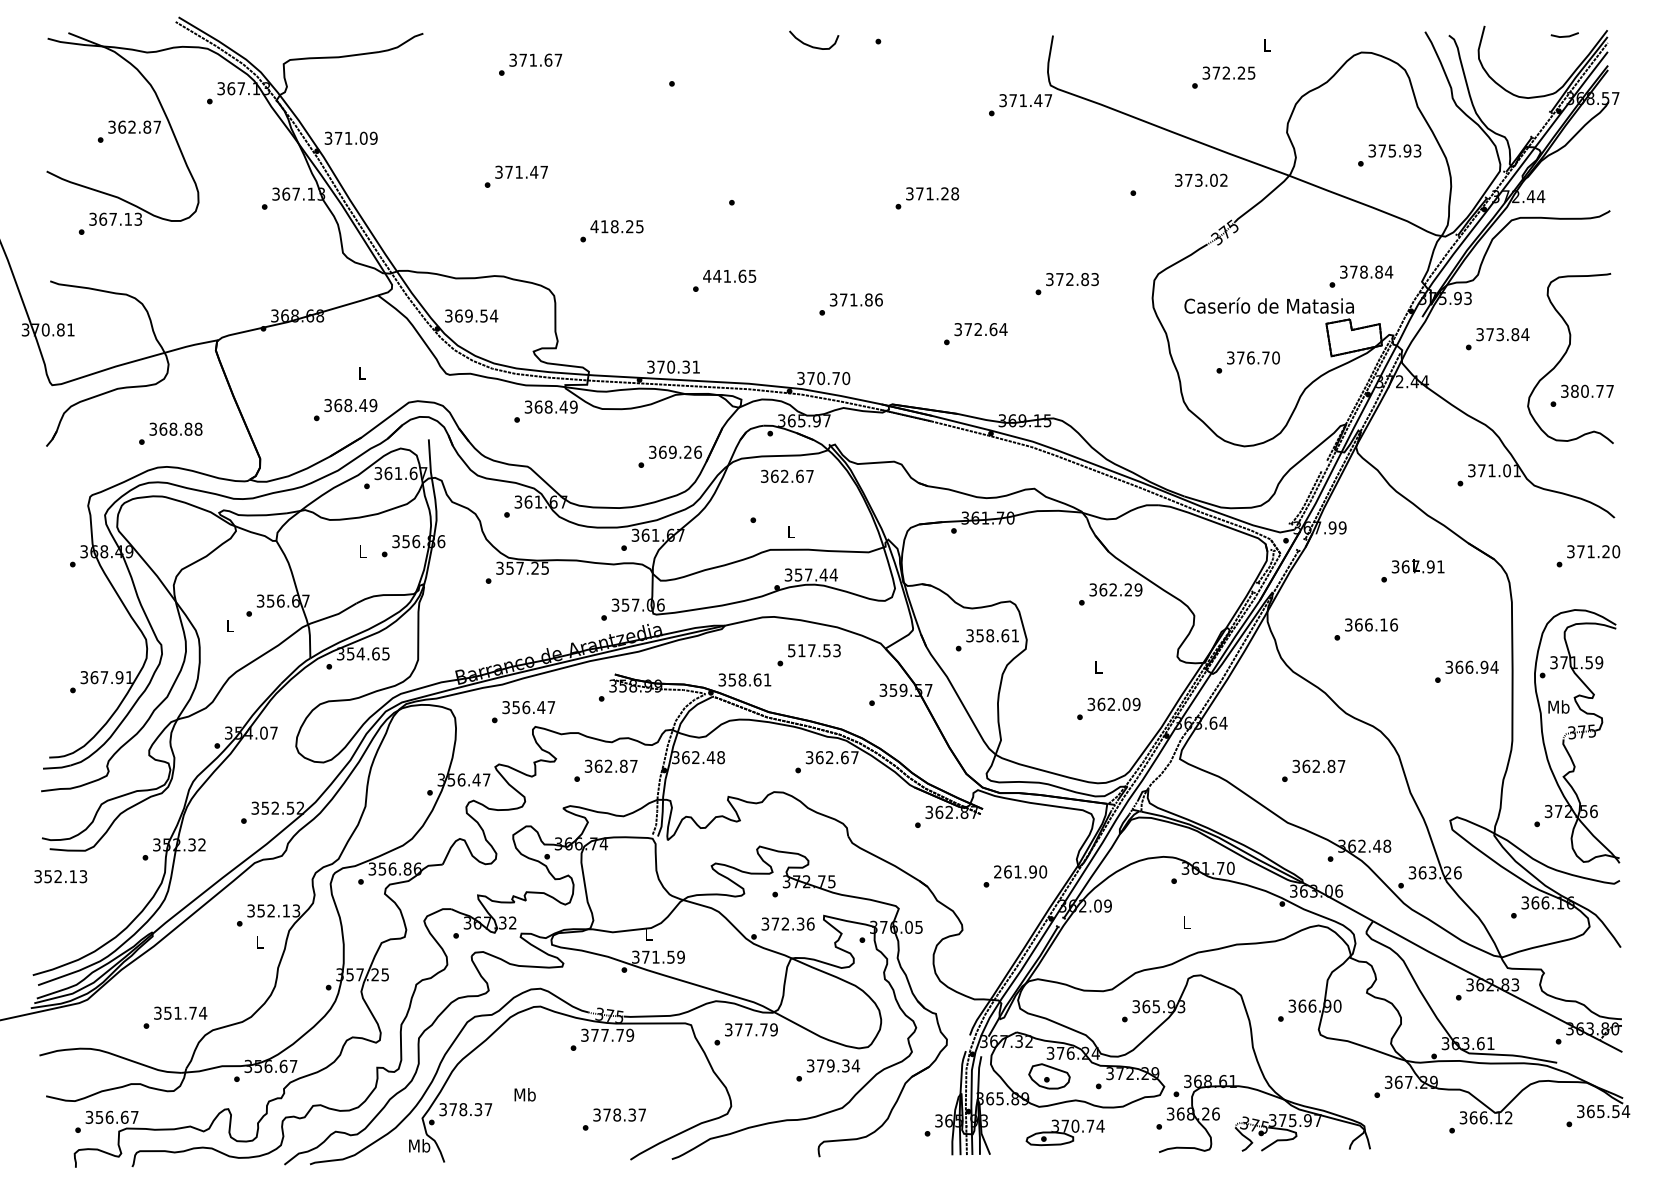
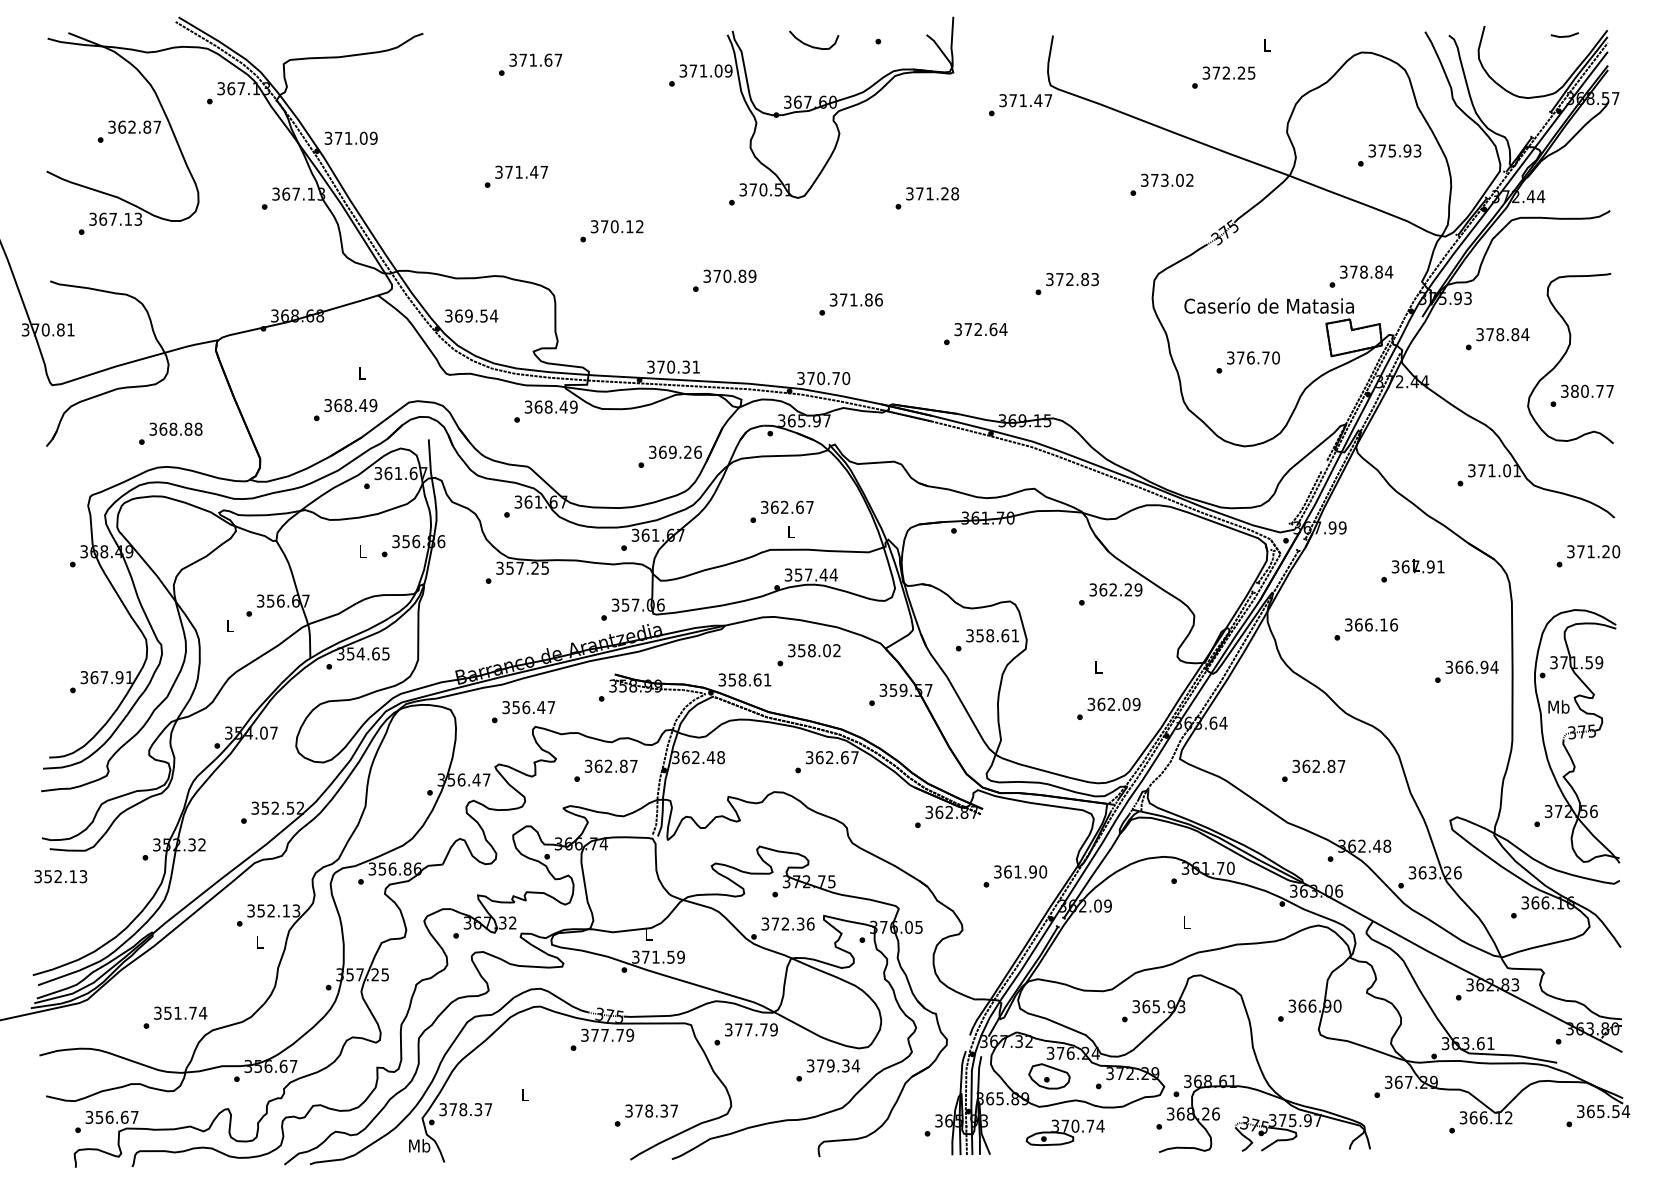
part at (816, 107): none -> present
text at (1201, 179) position: (1201, 179) -> (1167, 179)
text at (616, 226): 418.25 -> 370.12
text at (729, 275): 441.65 -> 370.89
text at (1500, 334): 373.84 -> 378.84
text at (787, 475) position: (787, 475) -> (787, 506)
text at (814, 650): 517.53 -> 358.02
text at (997, 871): 261.90 -> 361.90
text at (524, 1094): Mb -> L
text at (613, 1119) position: (613, 1119) -> (645, 1115)
